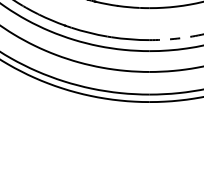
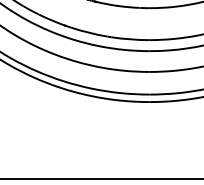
arc at (174, 38): dashed -> solid
line at (101, 178): none -> present
